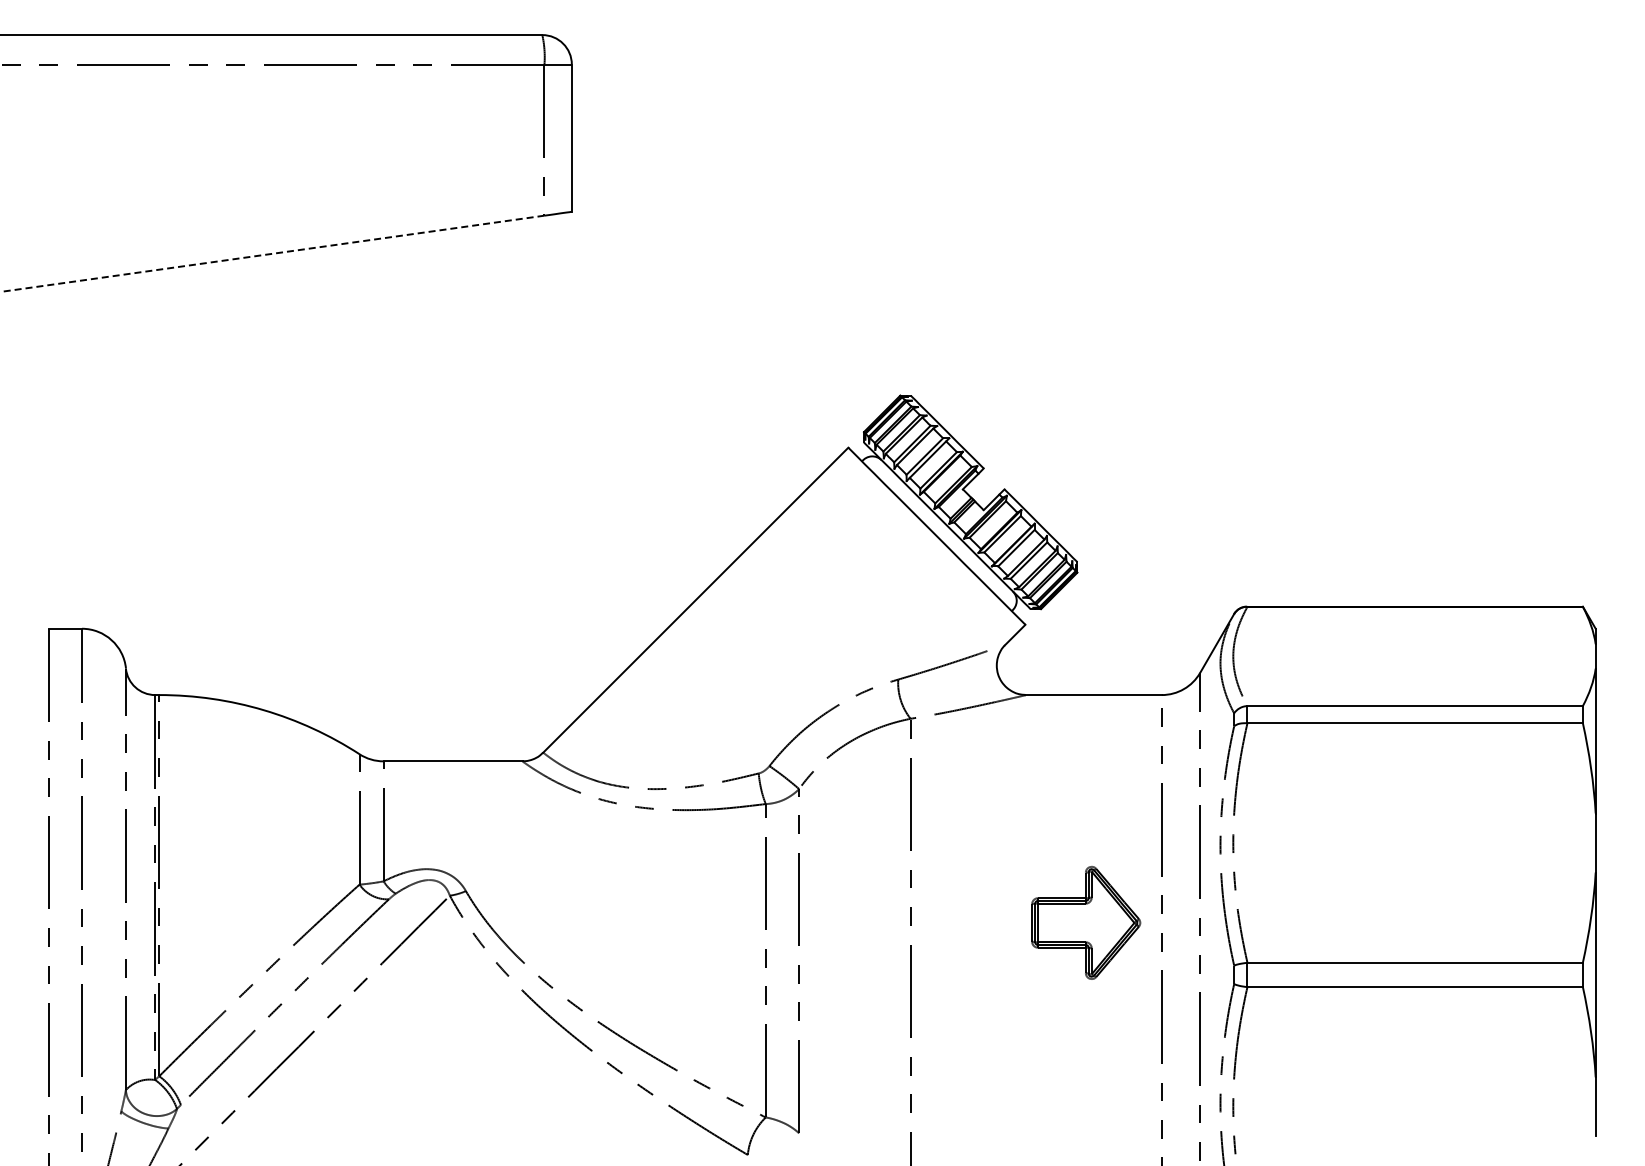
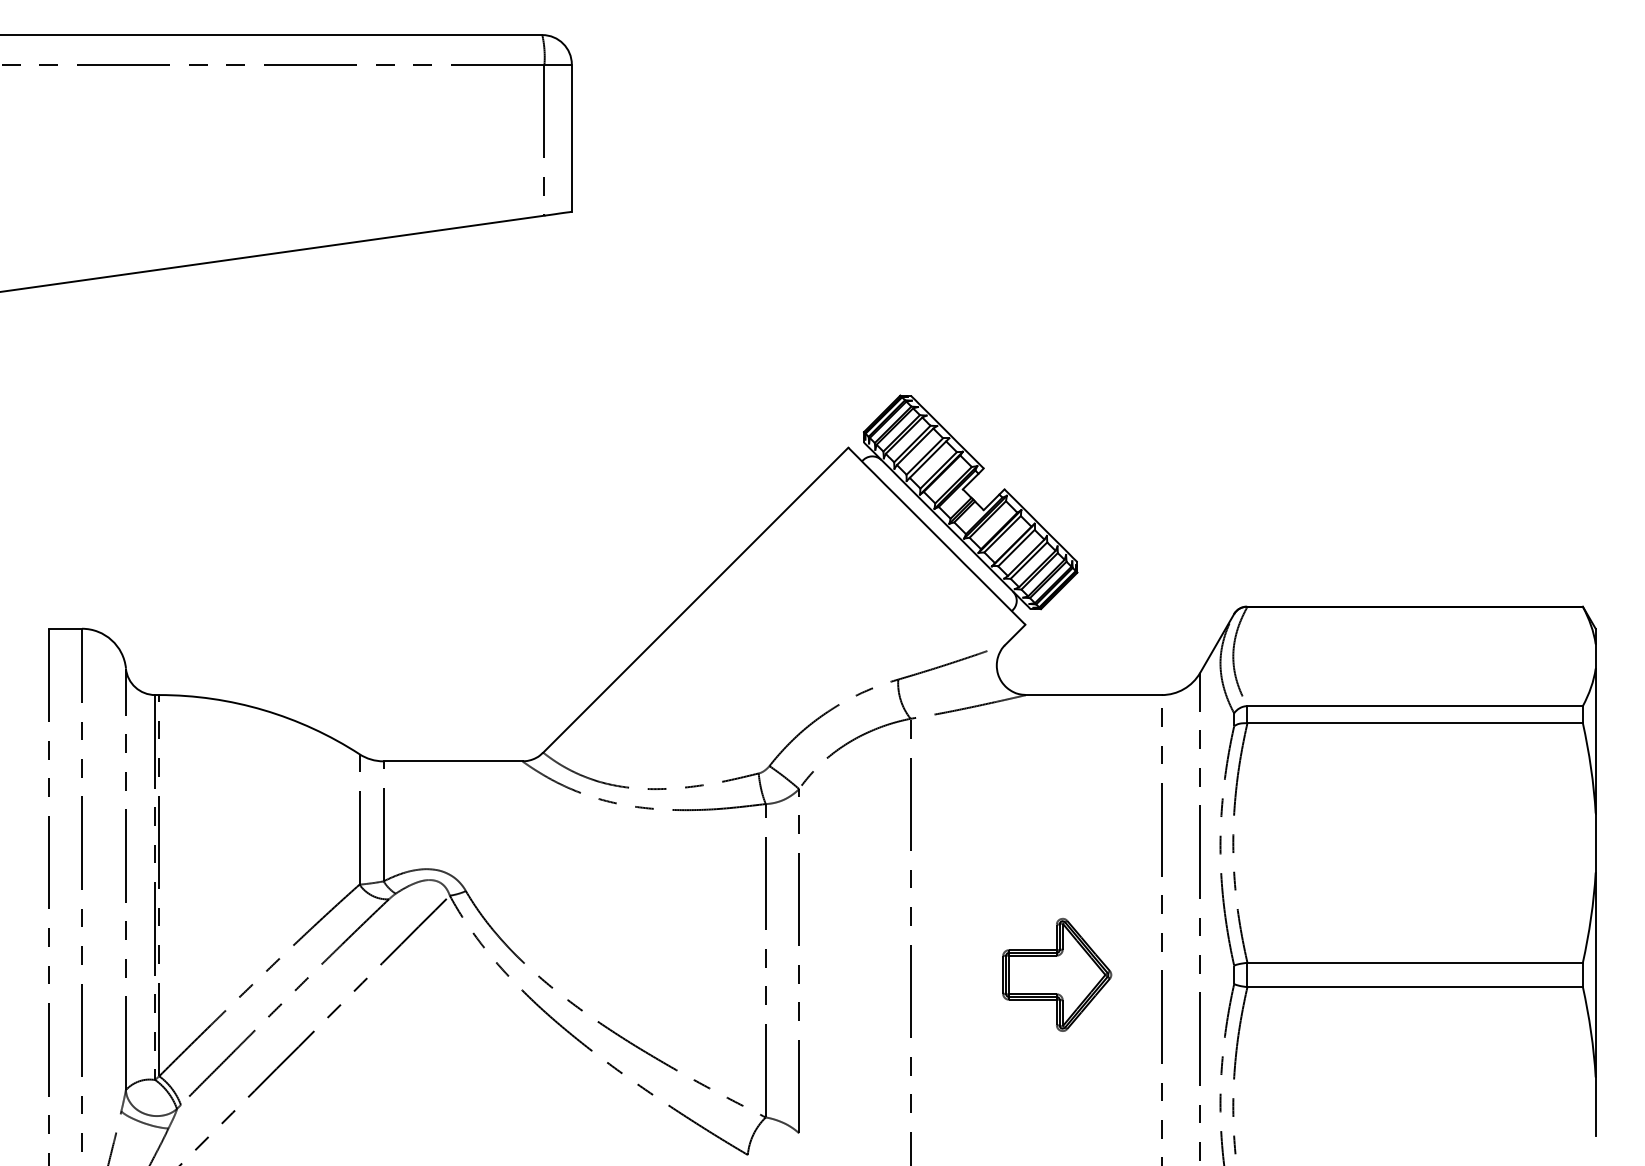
line at (272, 253): dashed -> solid
part at (1086, 922) position: (1086, 922) -> (1057, 974)
